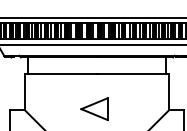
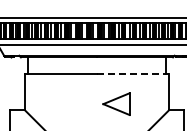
line at (132, 73): solid -> dashed
part at (94, 108) position: (94, 108) -> (116, 103)
